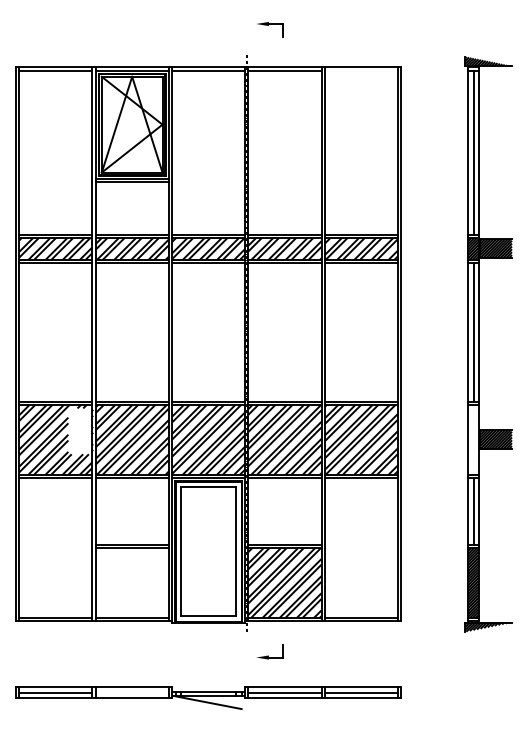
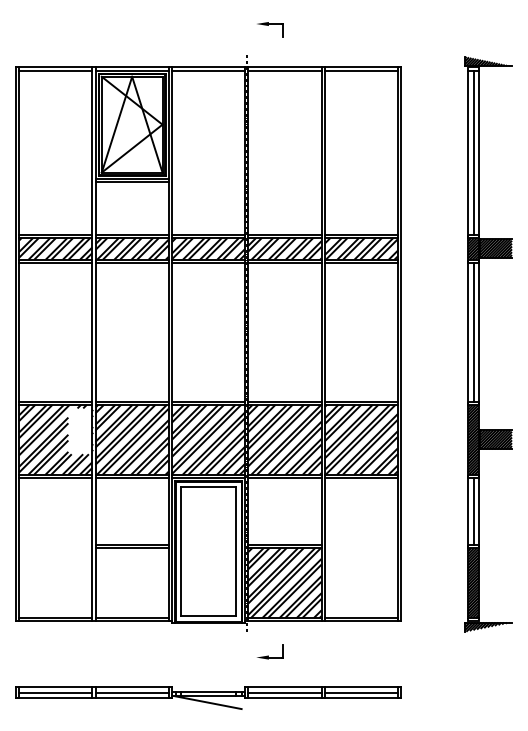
line at (360, 70): none -> present
hatch at (473, 439): none -> present
line at (131, 692): none -> present
